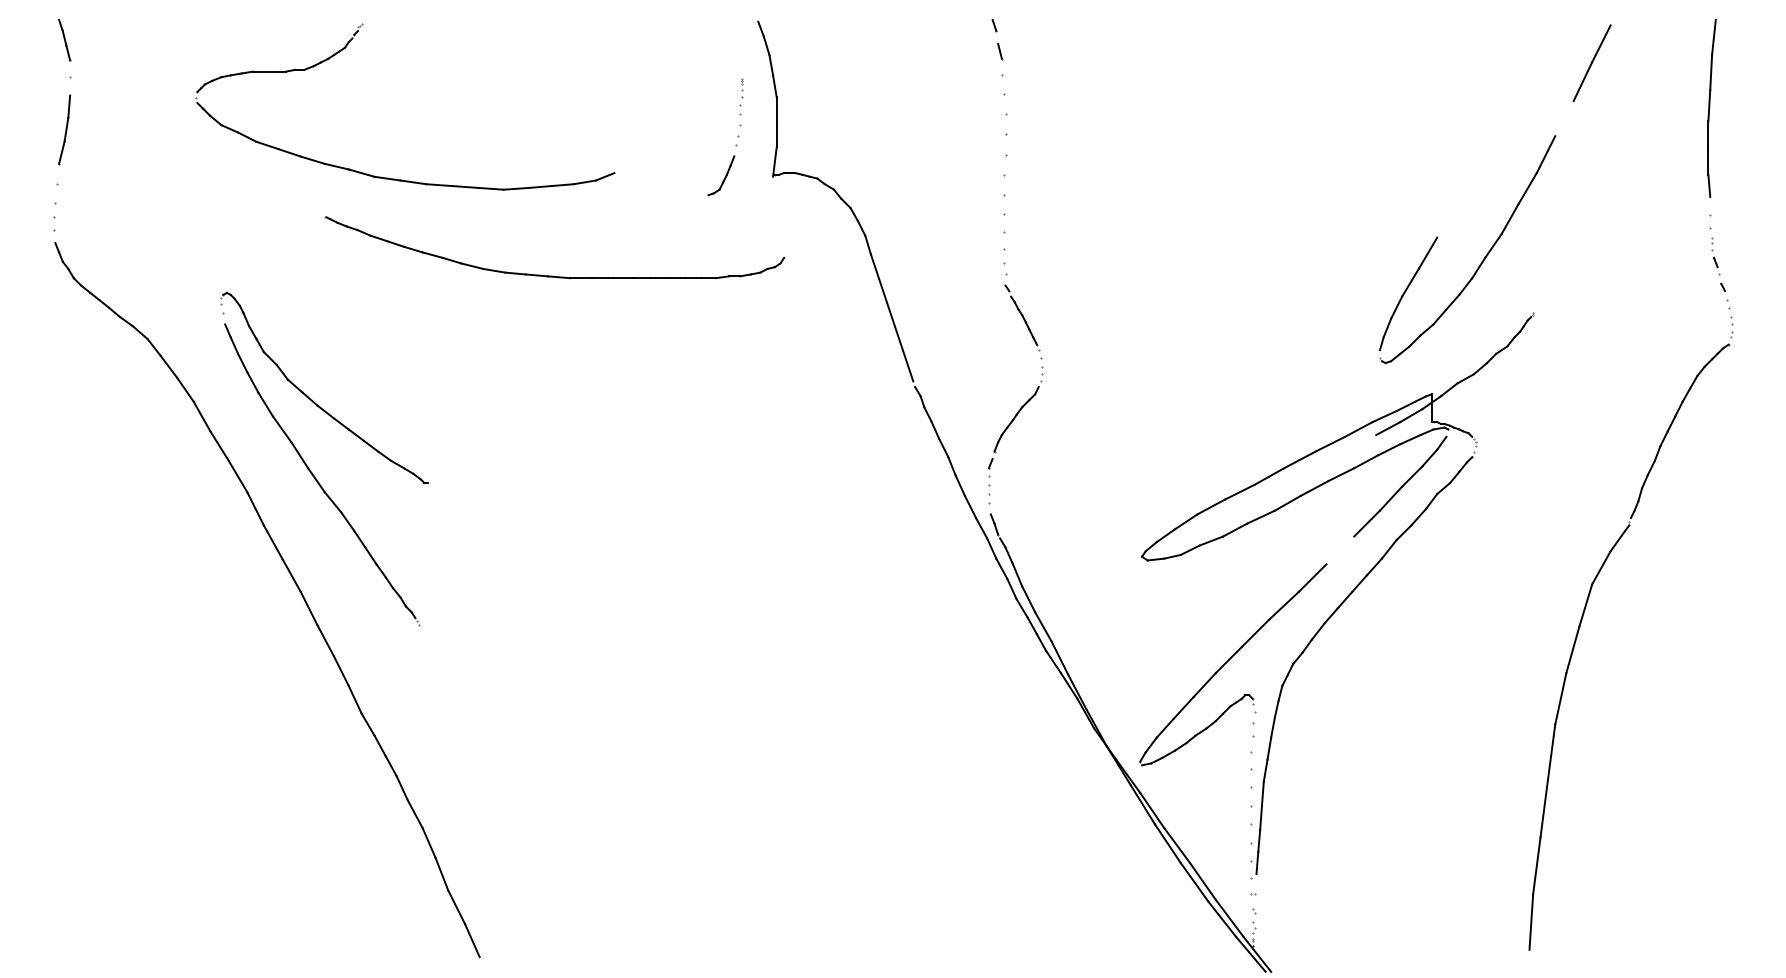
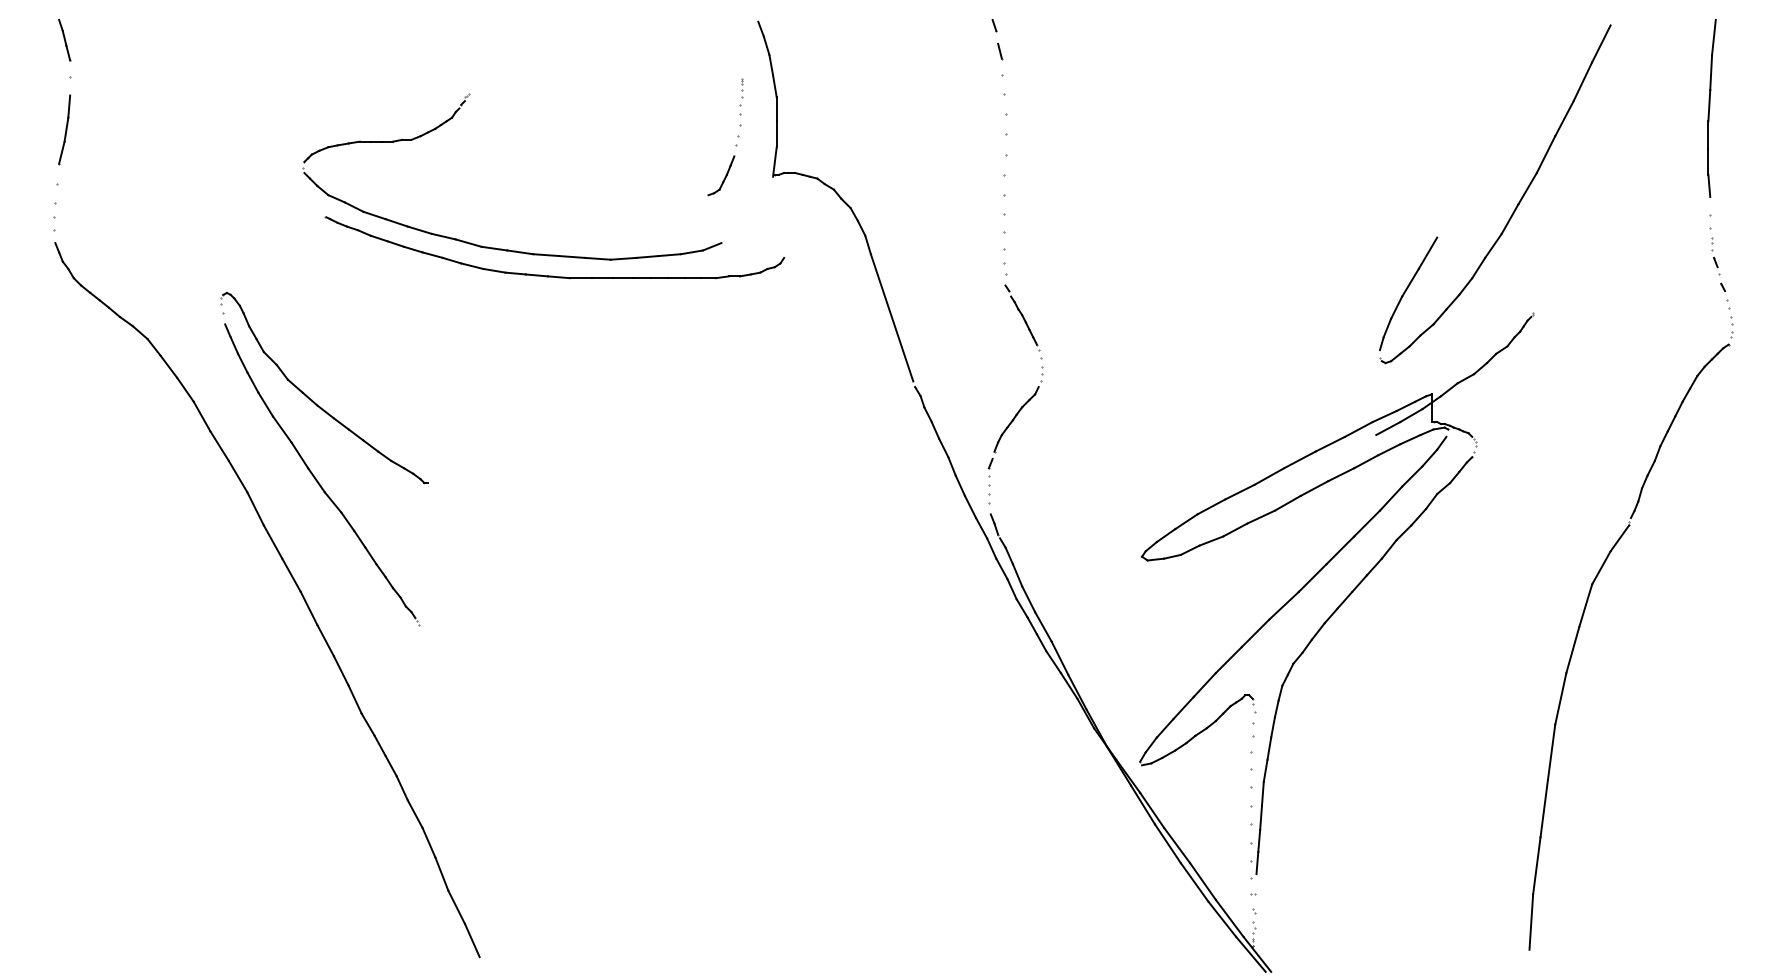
line at (1564, 118): none -> present
part at (395, 178) position: (395, 178) -> (502, 248)
line at (1340, 550): none -> present
